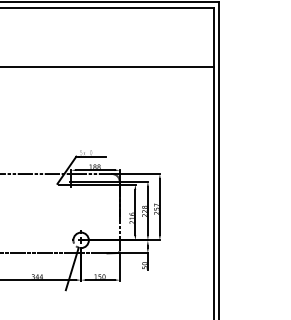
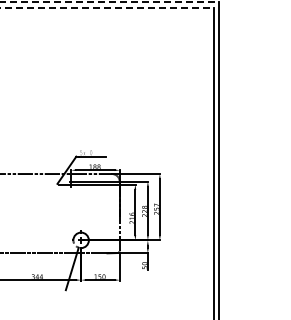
line at (110, 1): solid -> dashed
line at (107, 7): solid -> dashed
line at (107, 67): present -> none
